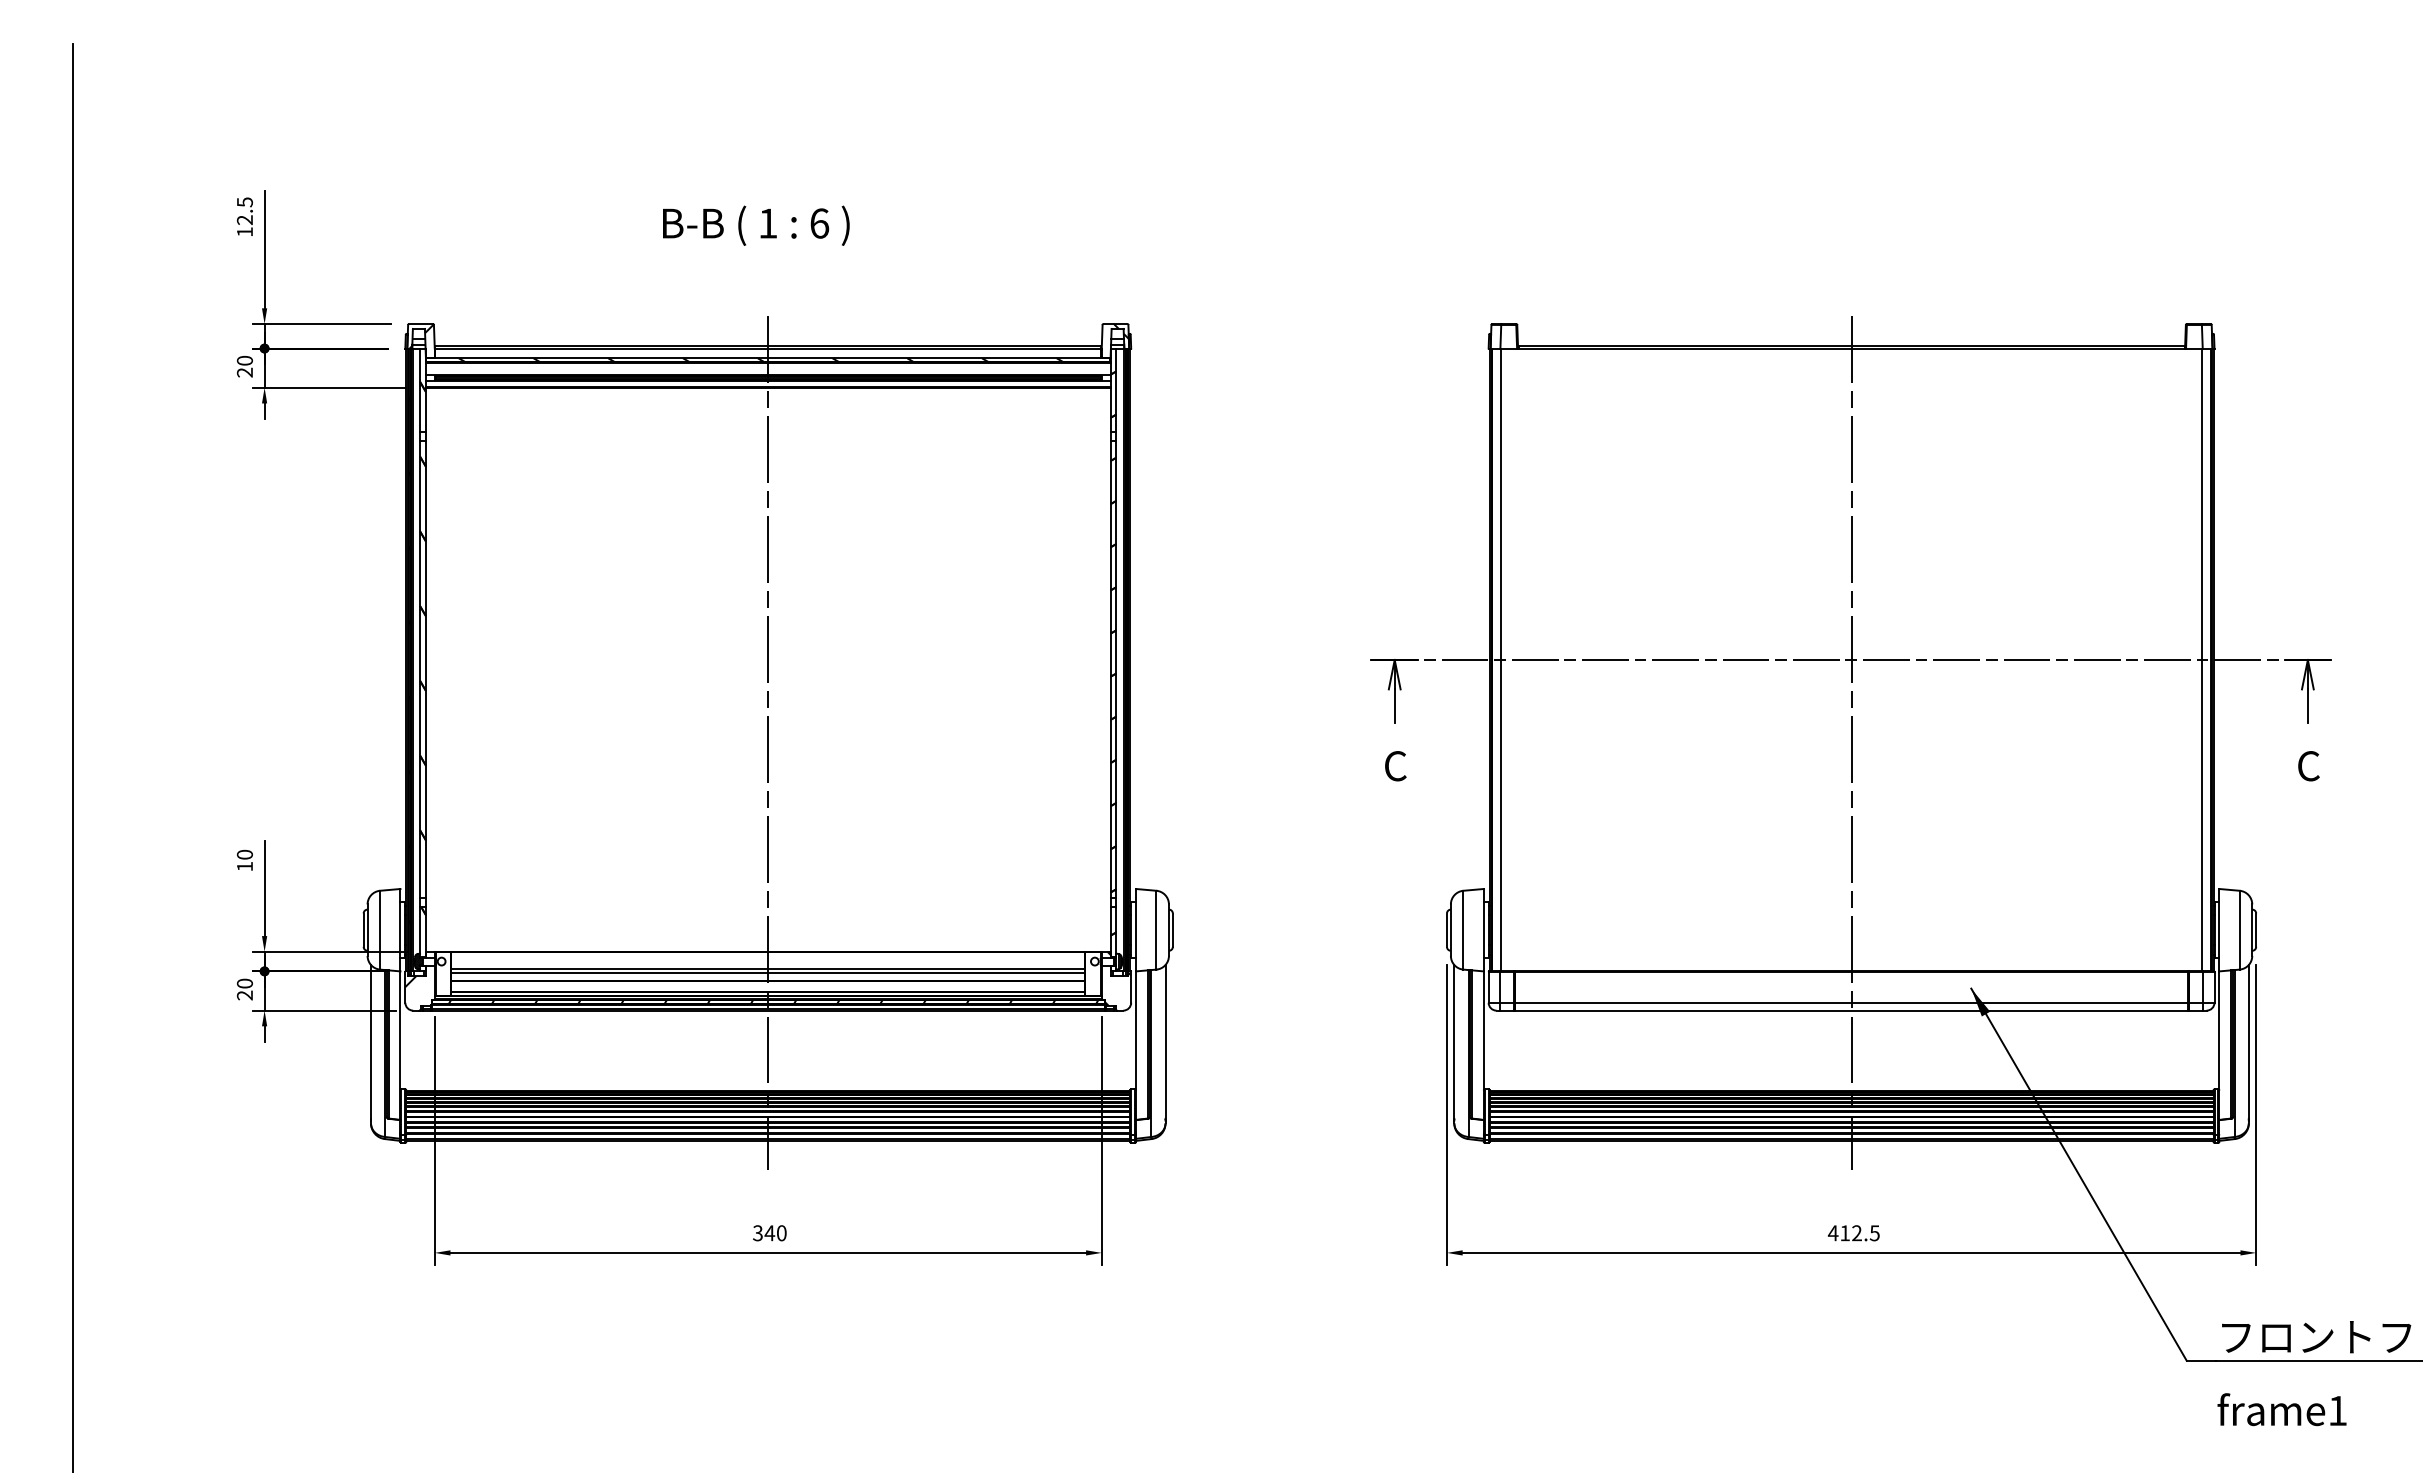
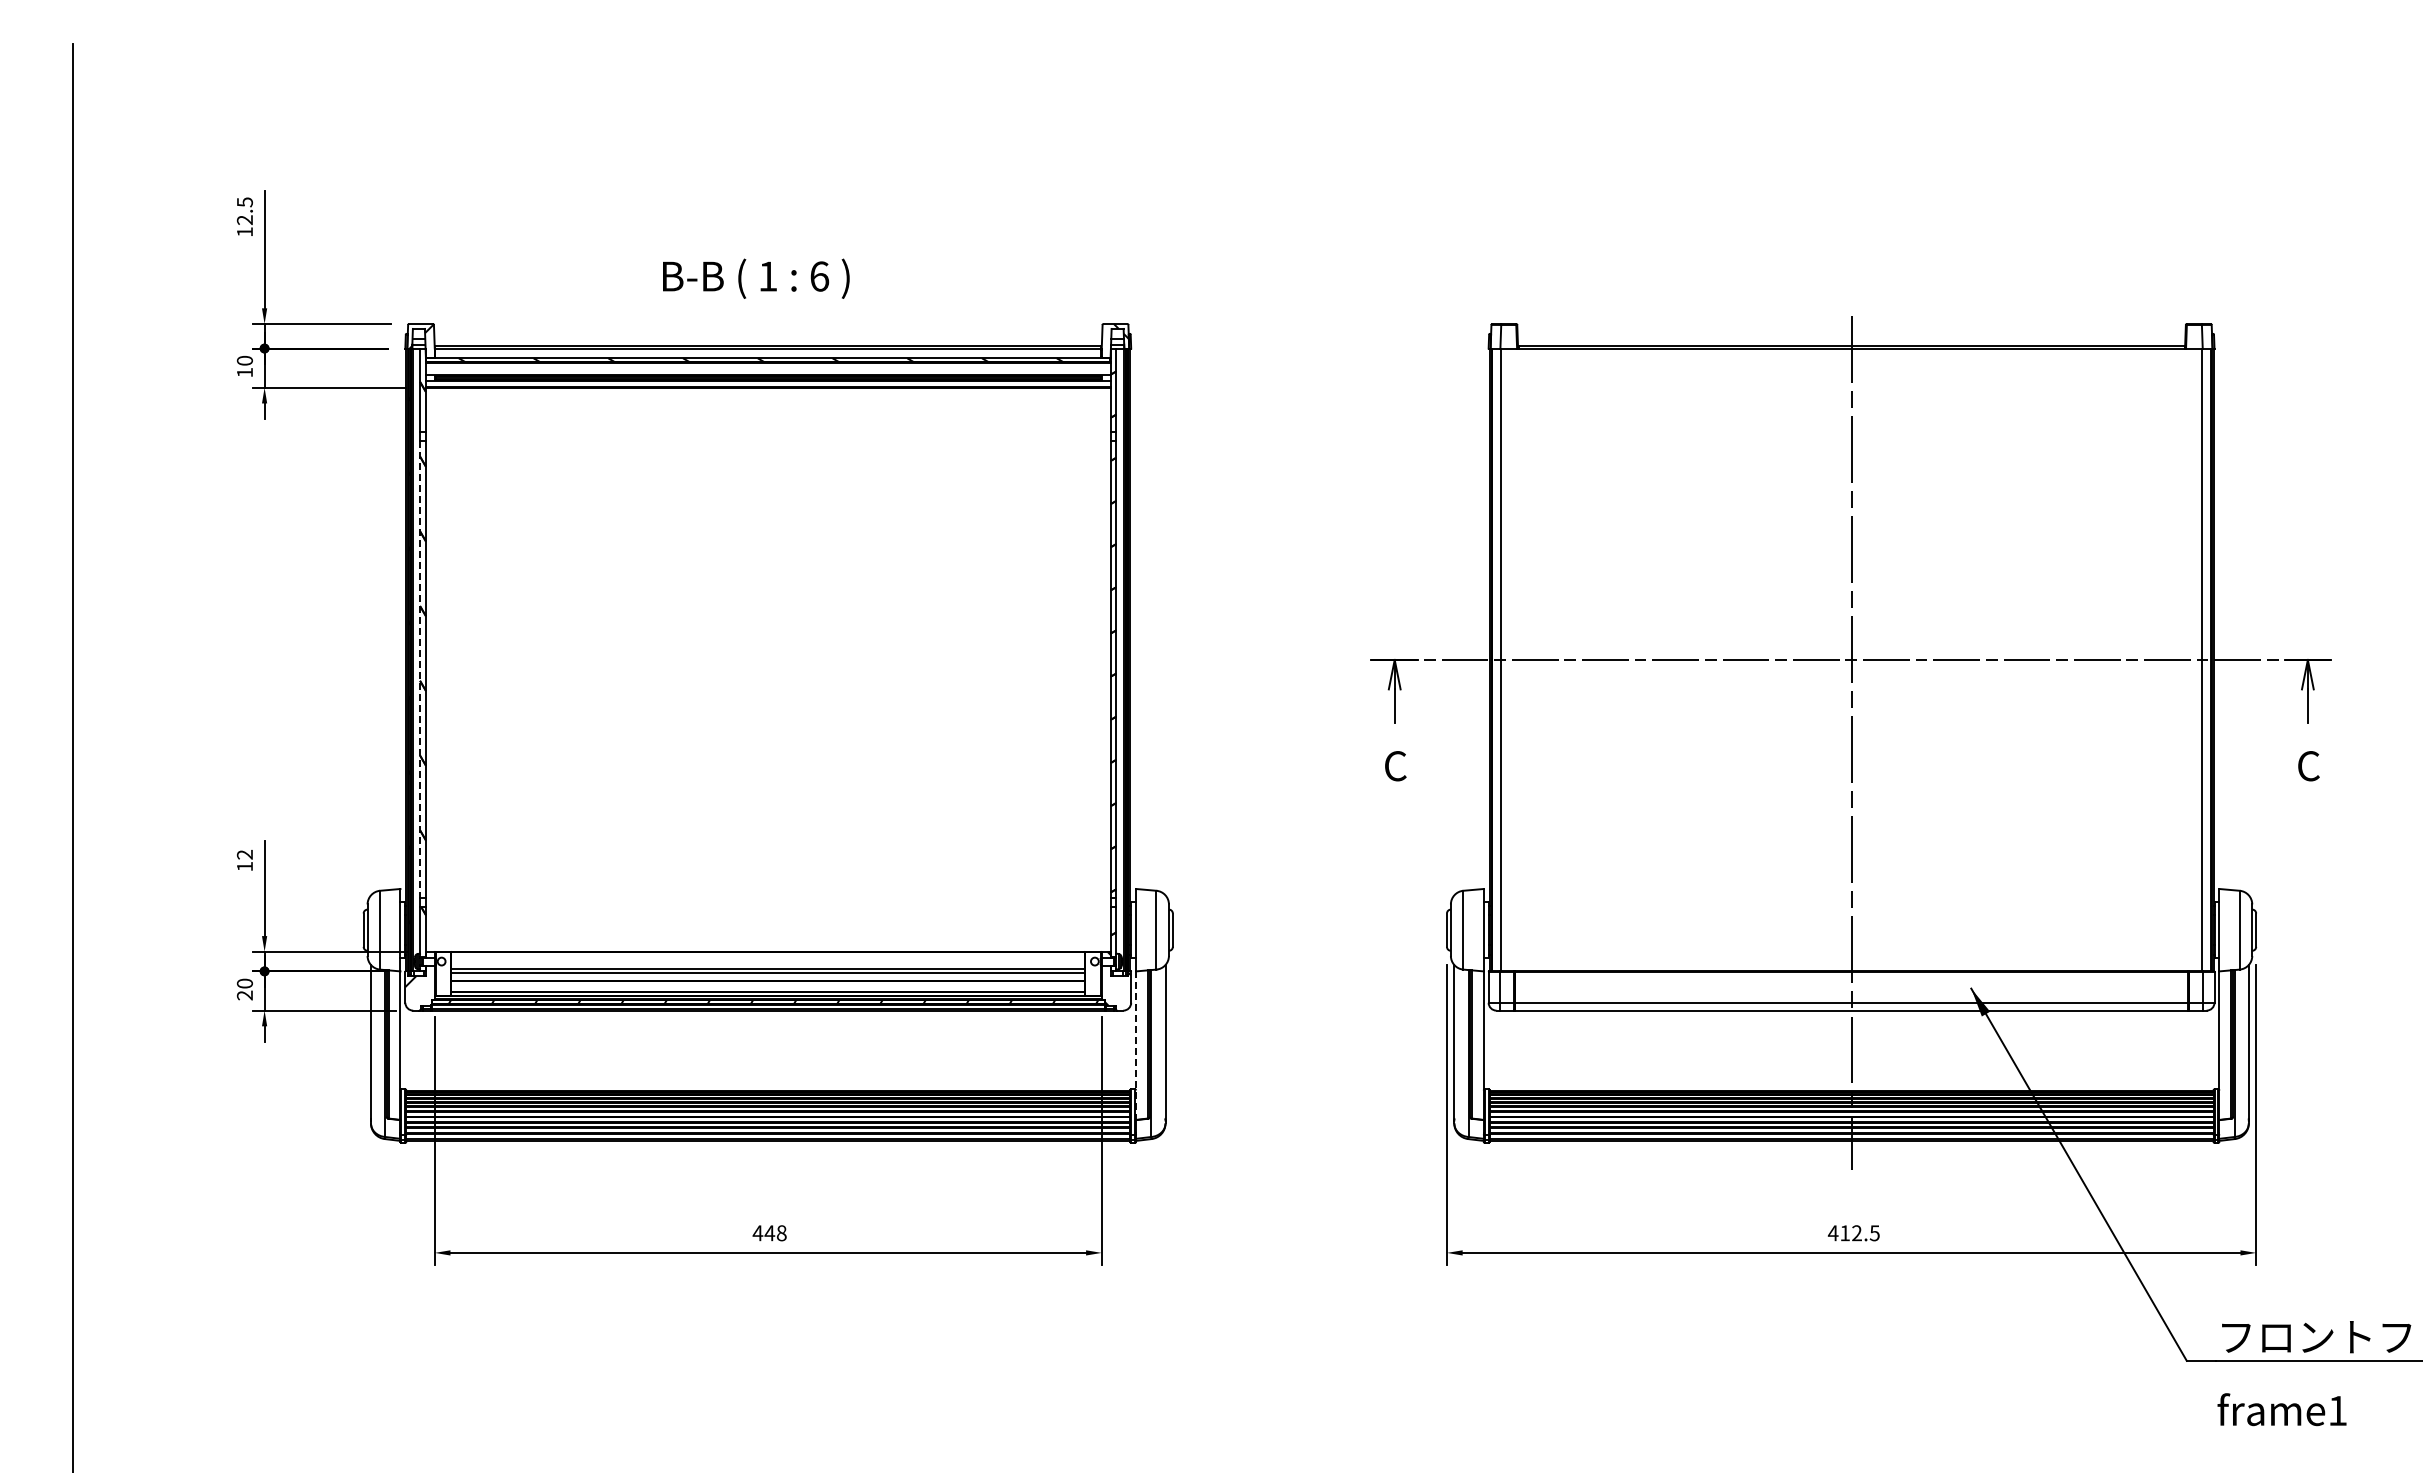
text at (756, 225) position: (756, 225) -> (756, 278)
text at (244, 372): 20 -> 10
line at (420, 669): solid -> dashed
line at (768, 743): present -> none
text at (244, 854): 10 -> 12
line at (1136, 1046): solid -> dashed
text at (769, 1233): 340 -> 448
